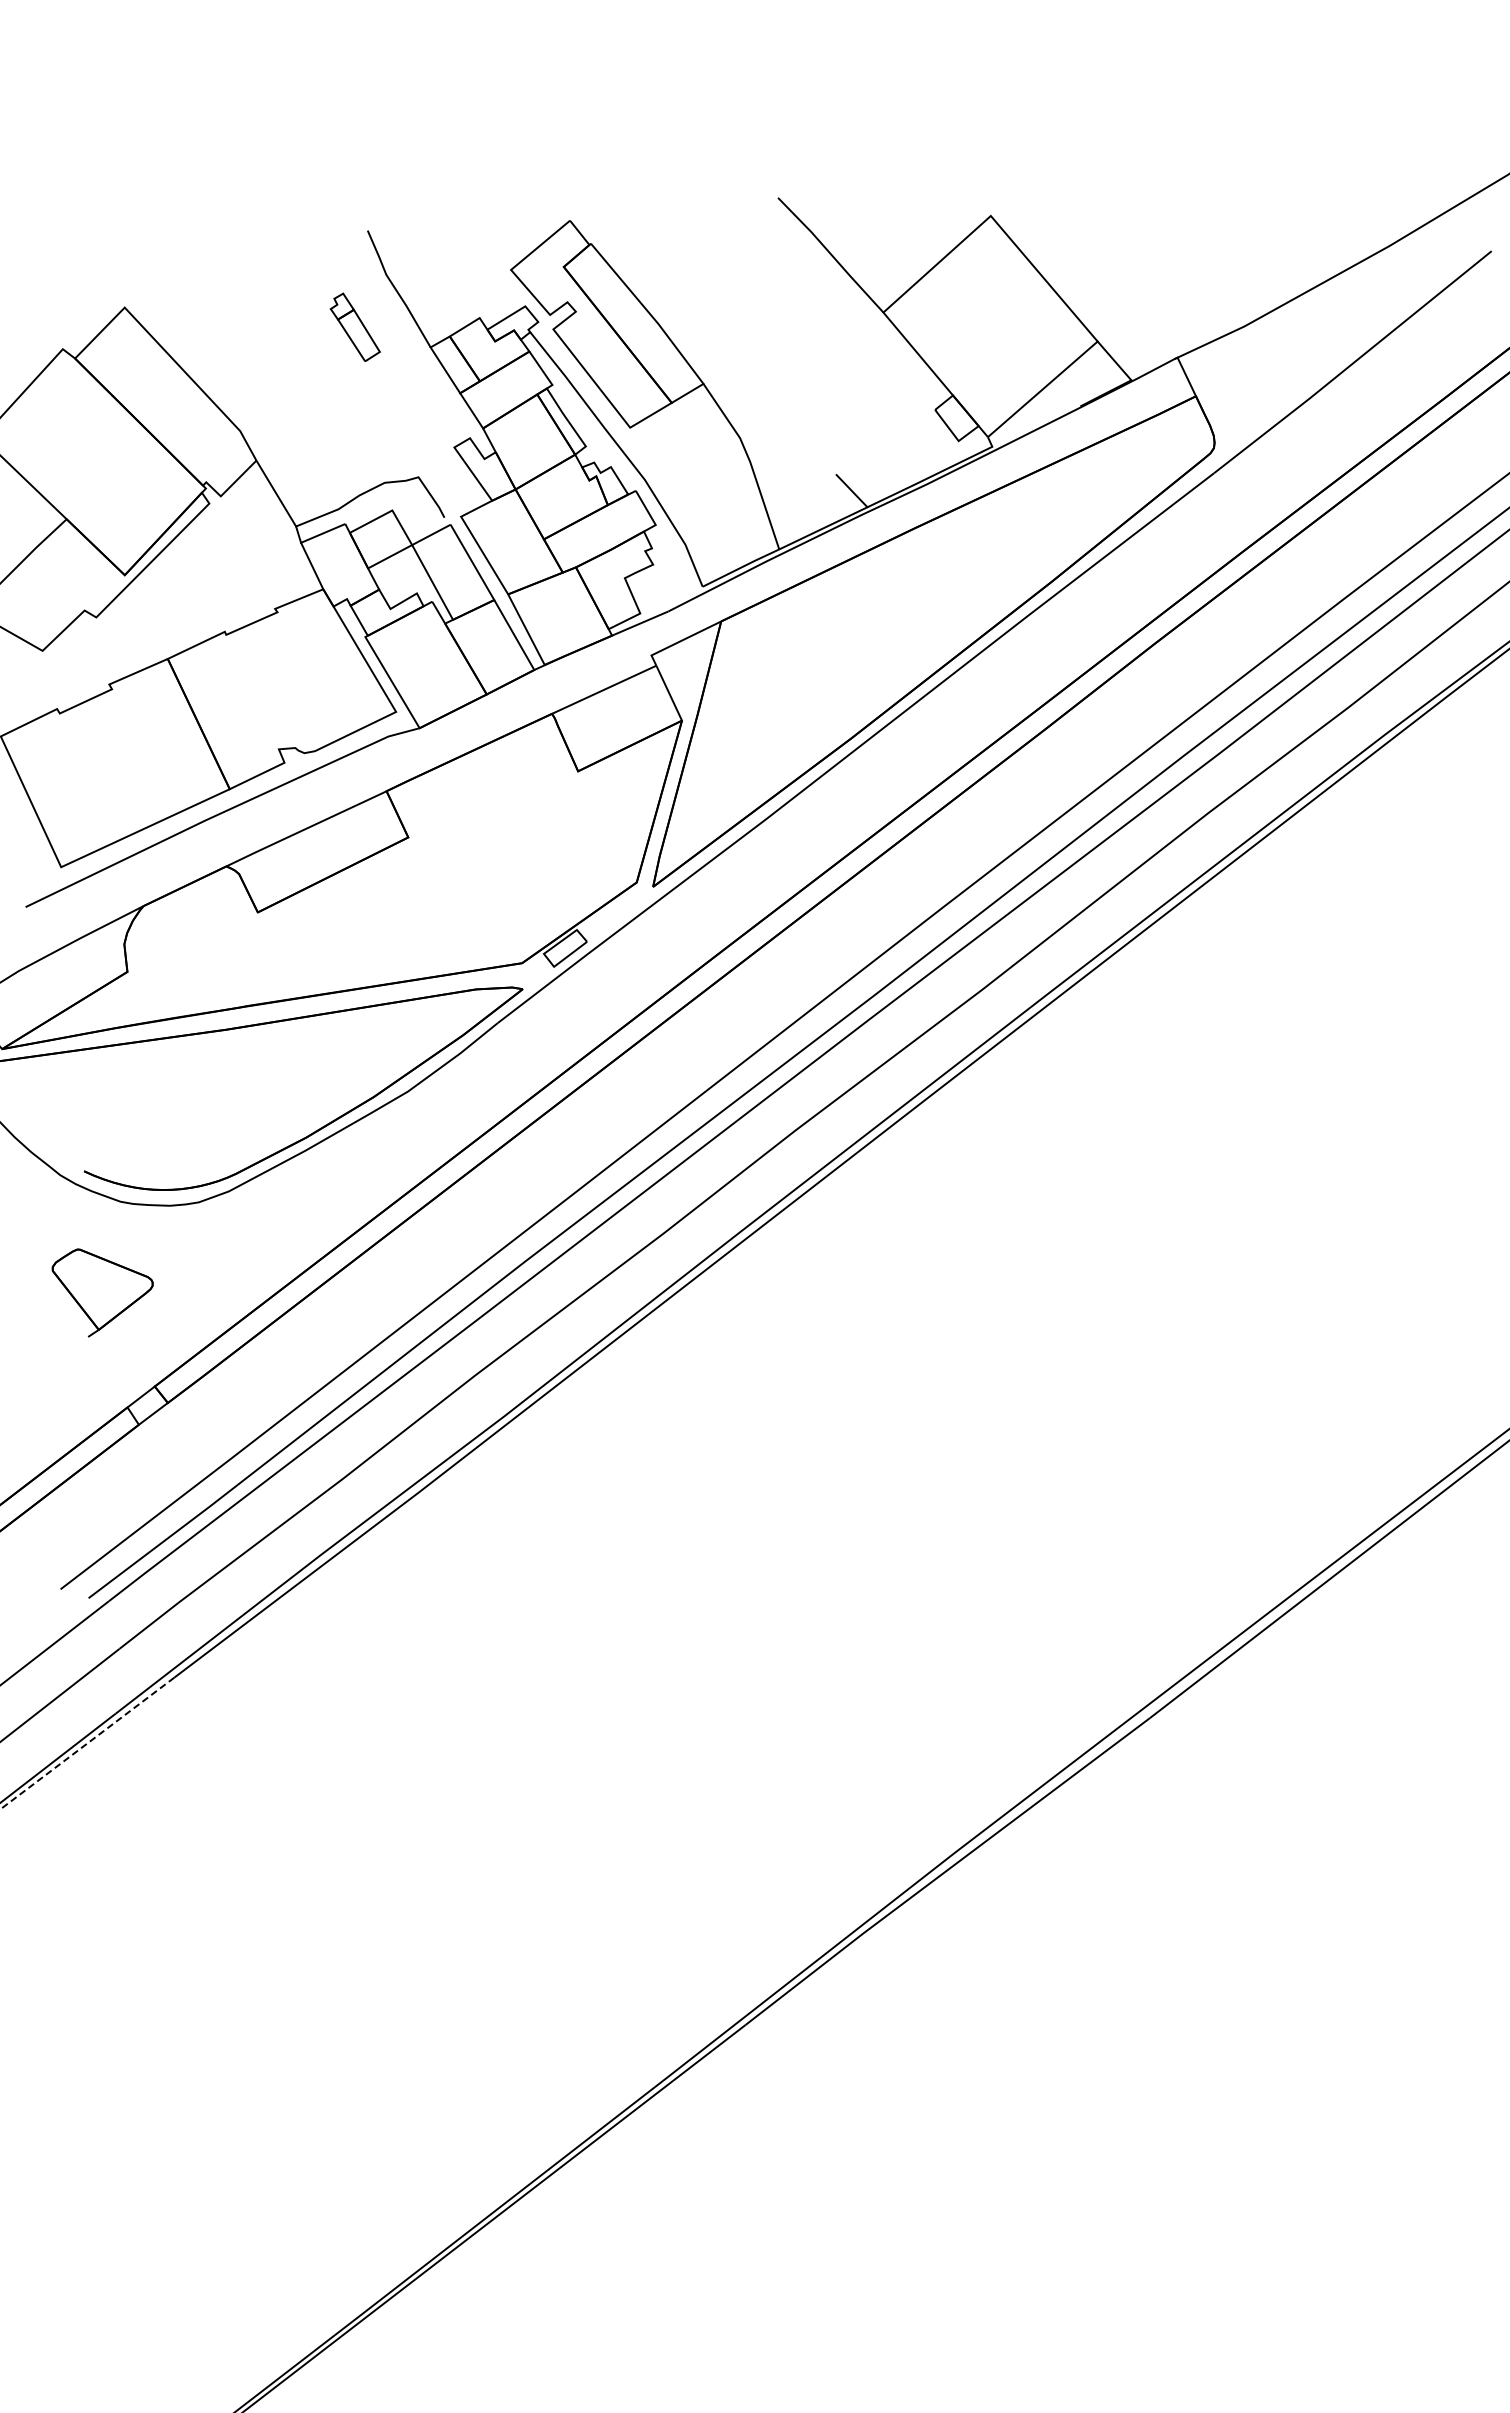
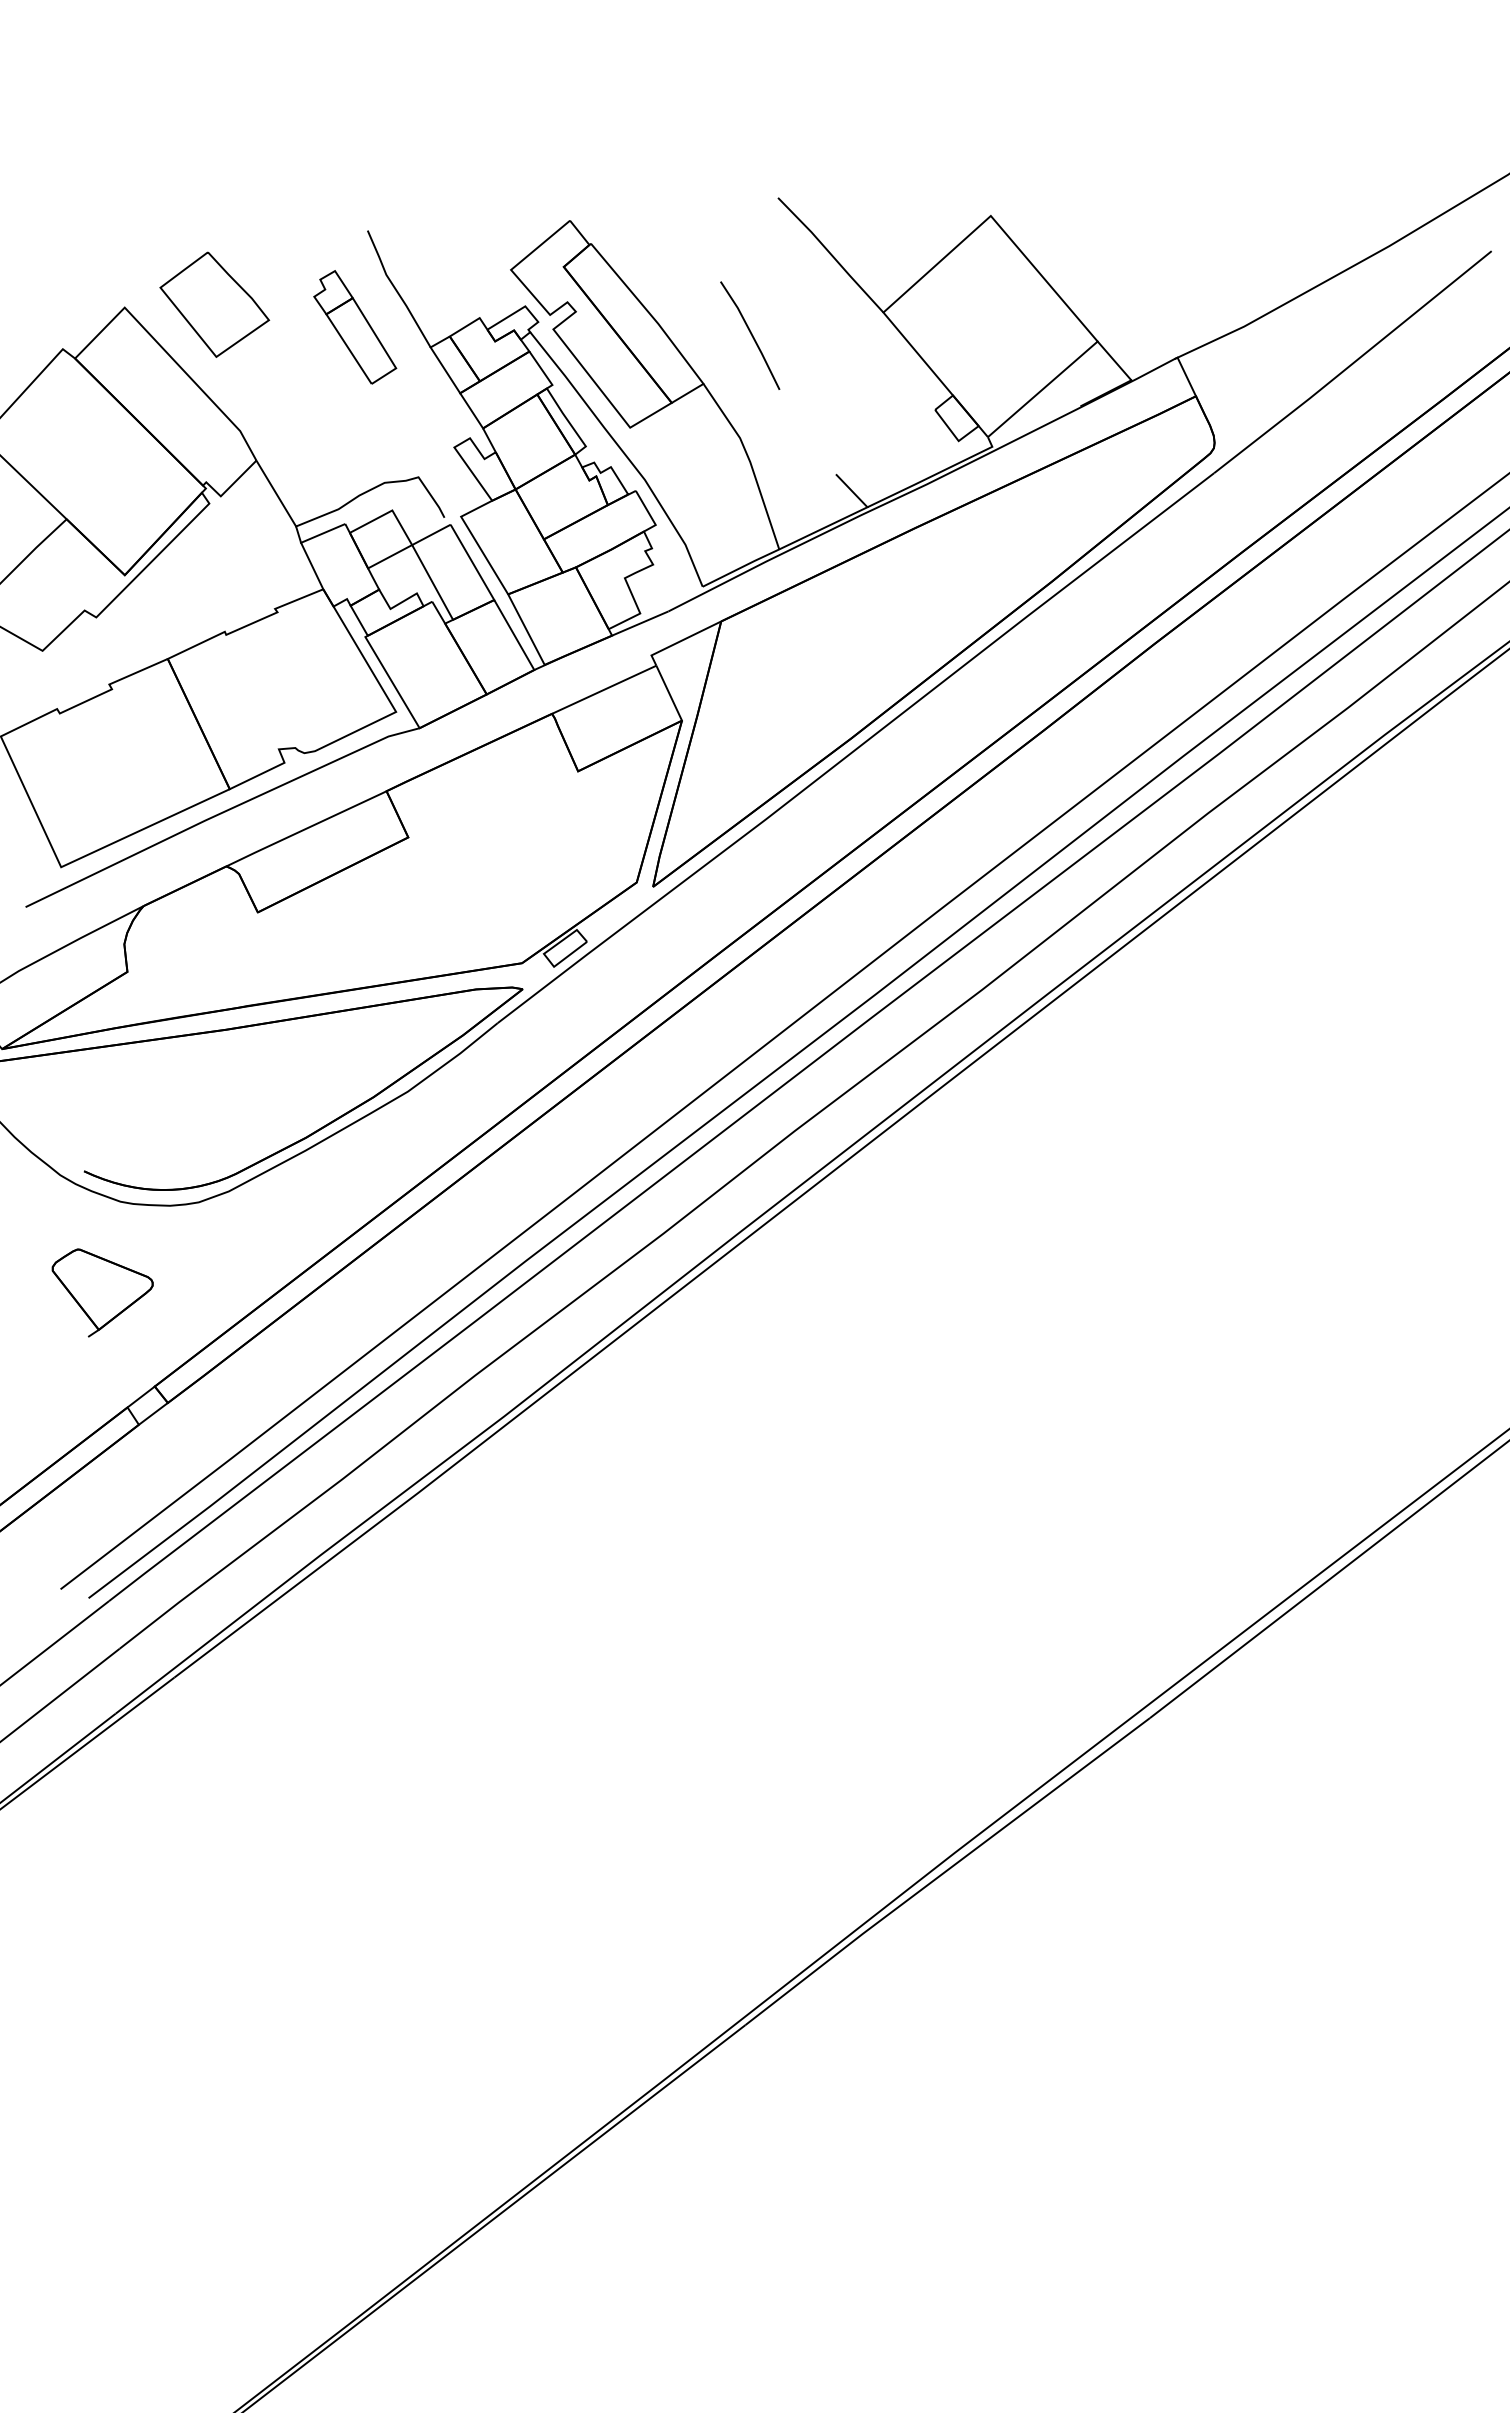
part at (214, 304): none -> present
part at (354, 326) size: 52x70 px -> 85x115 px
line at (750, 334): none -> present
line at (86, 1743): dashed -> solid
